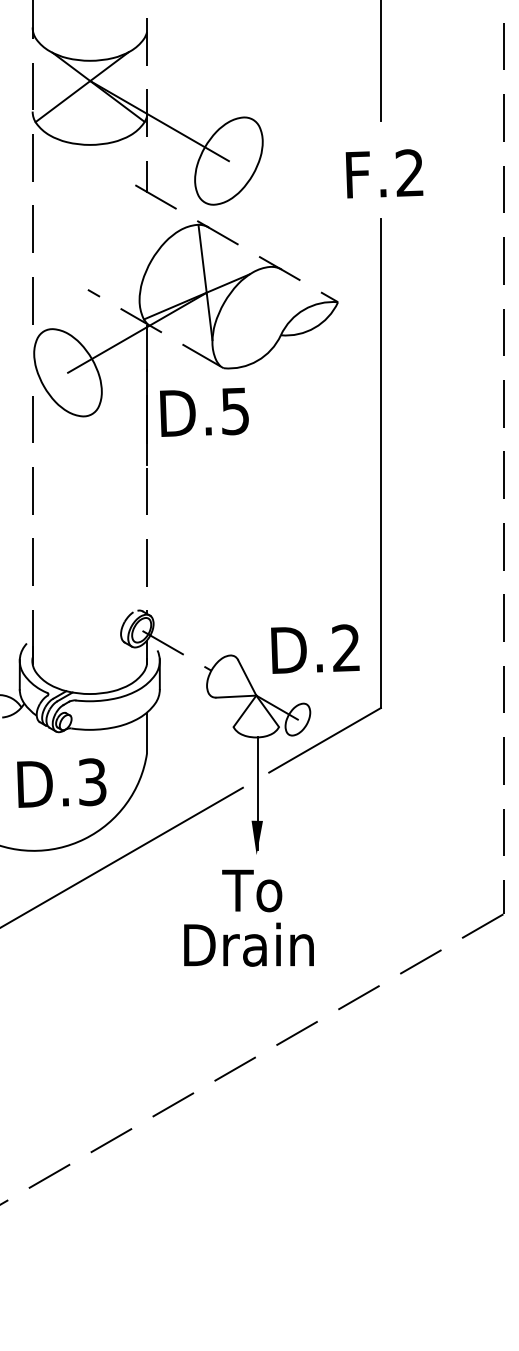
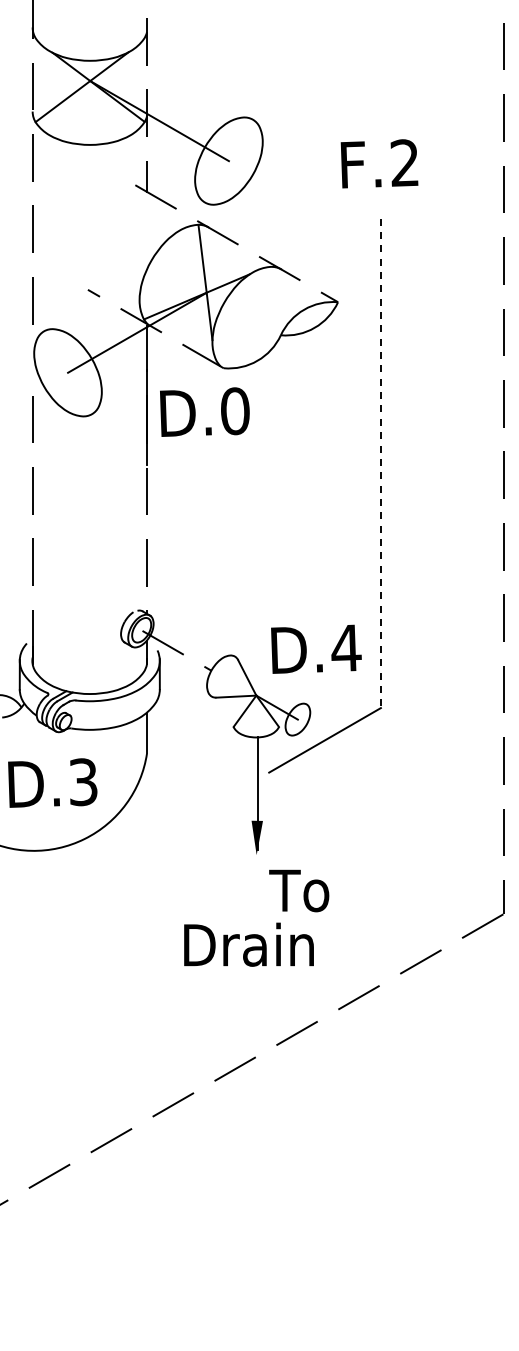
line at (380, 61): present -> none
text at (384, 173) position: (384, 173) -> (379, 163)
text at (235, 411): D.5 -> D.0
line at (380, 463): solid -> dashed
text at (346, 647): D.2 -> D.4
text at (61, 782) position: (61, 782) -> (52, 782)
line at (122, 856): present -> none
text at (252, 890) position: (252, 890) -> (299, 890)
